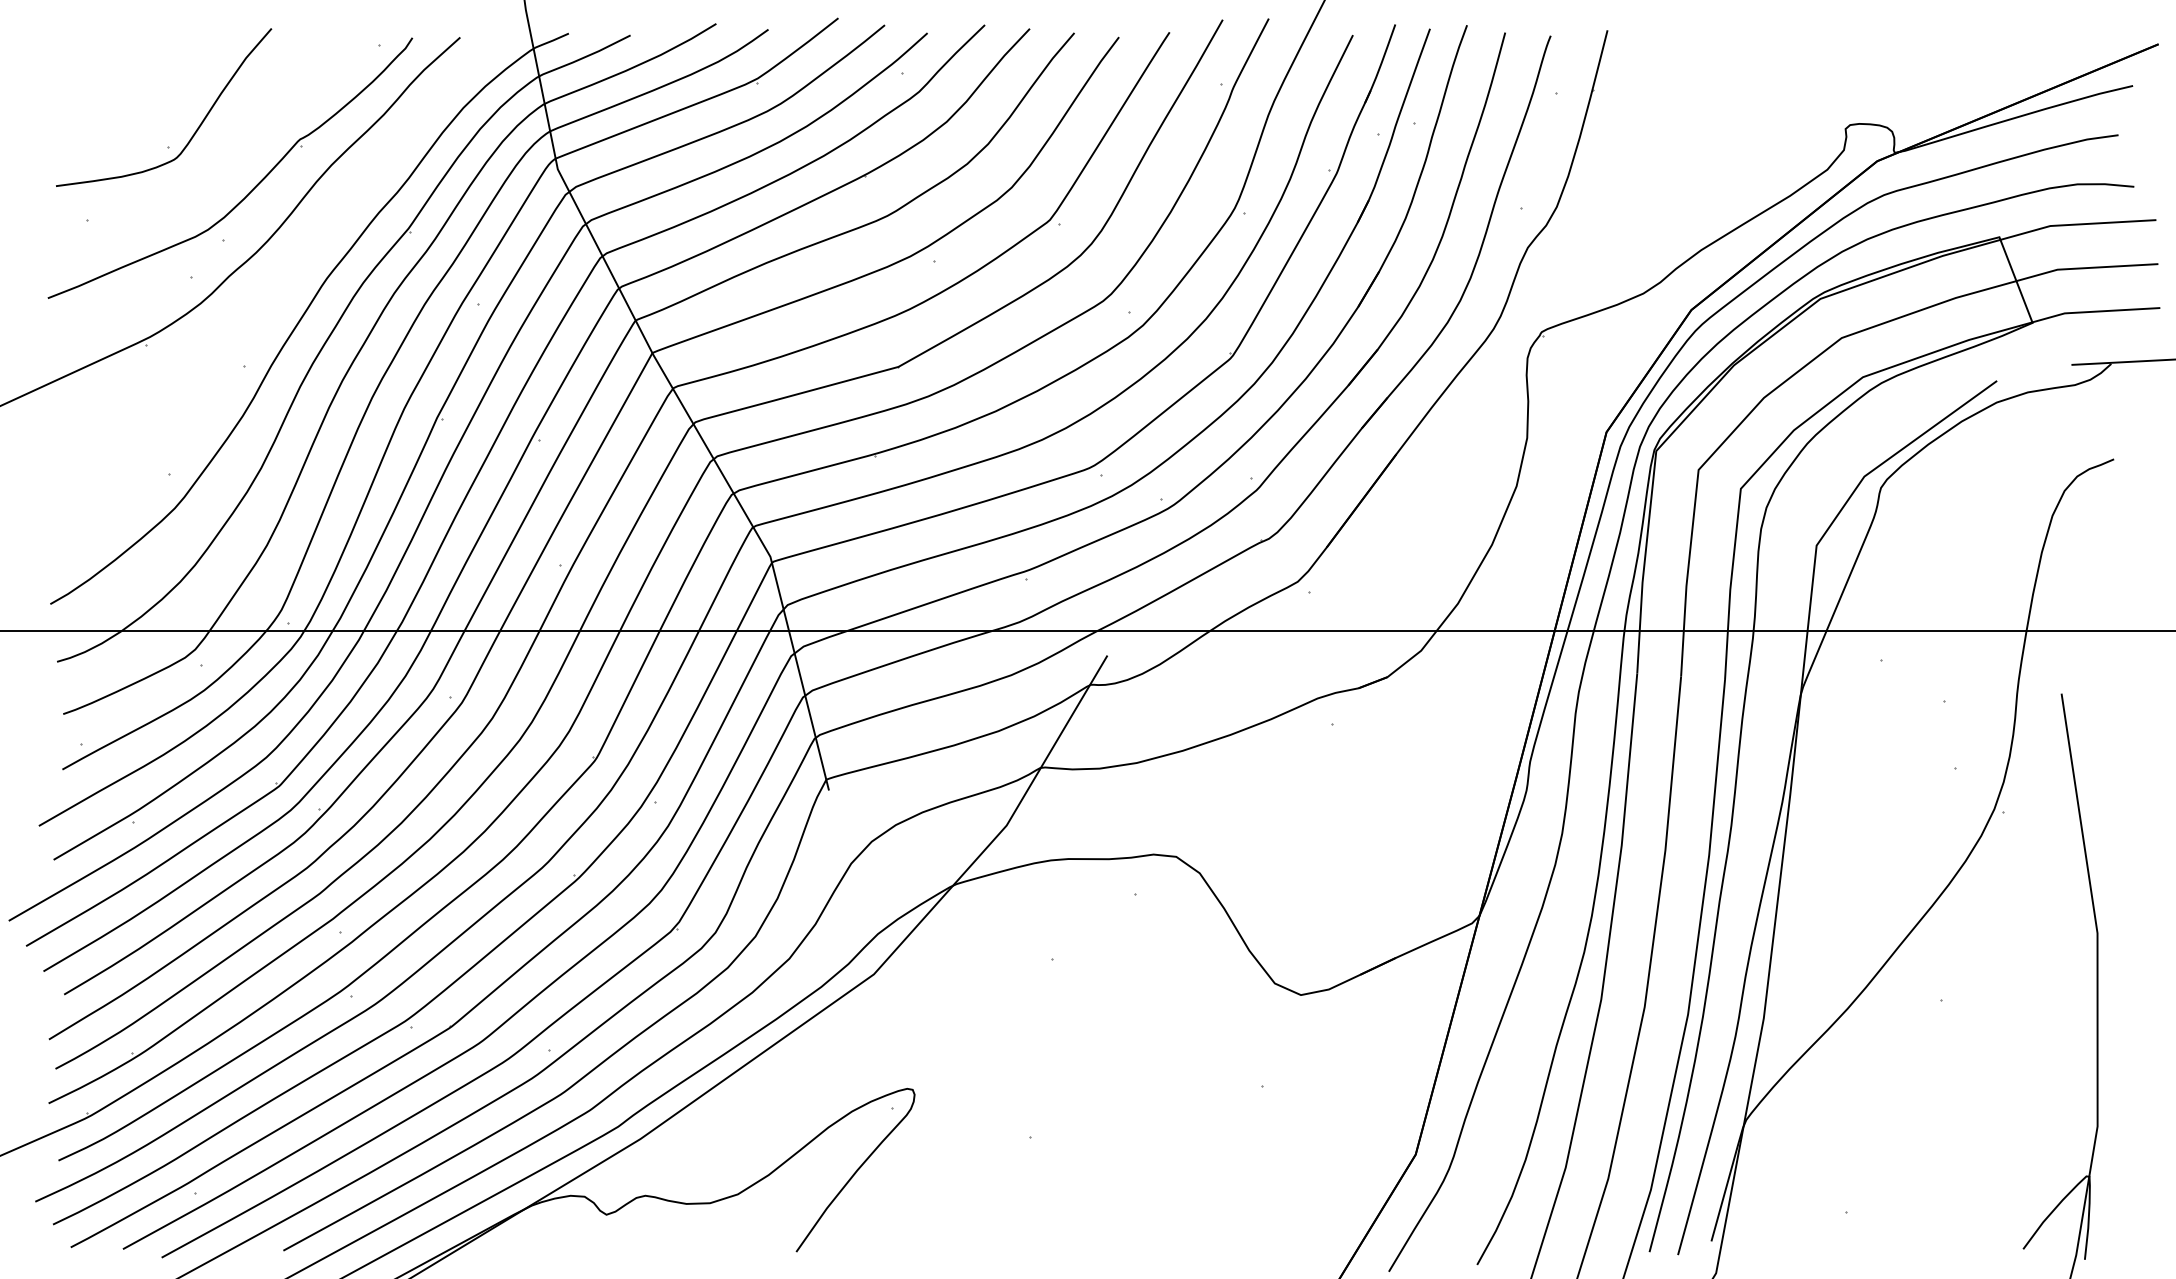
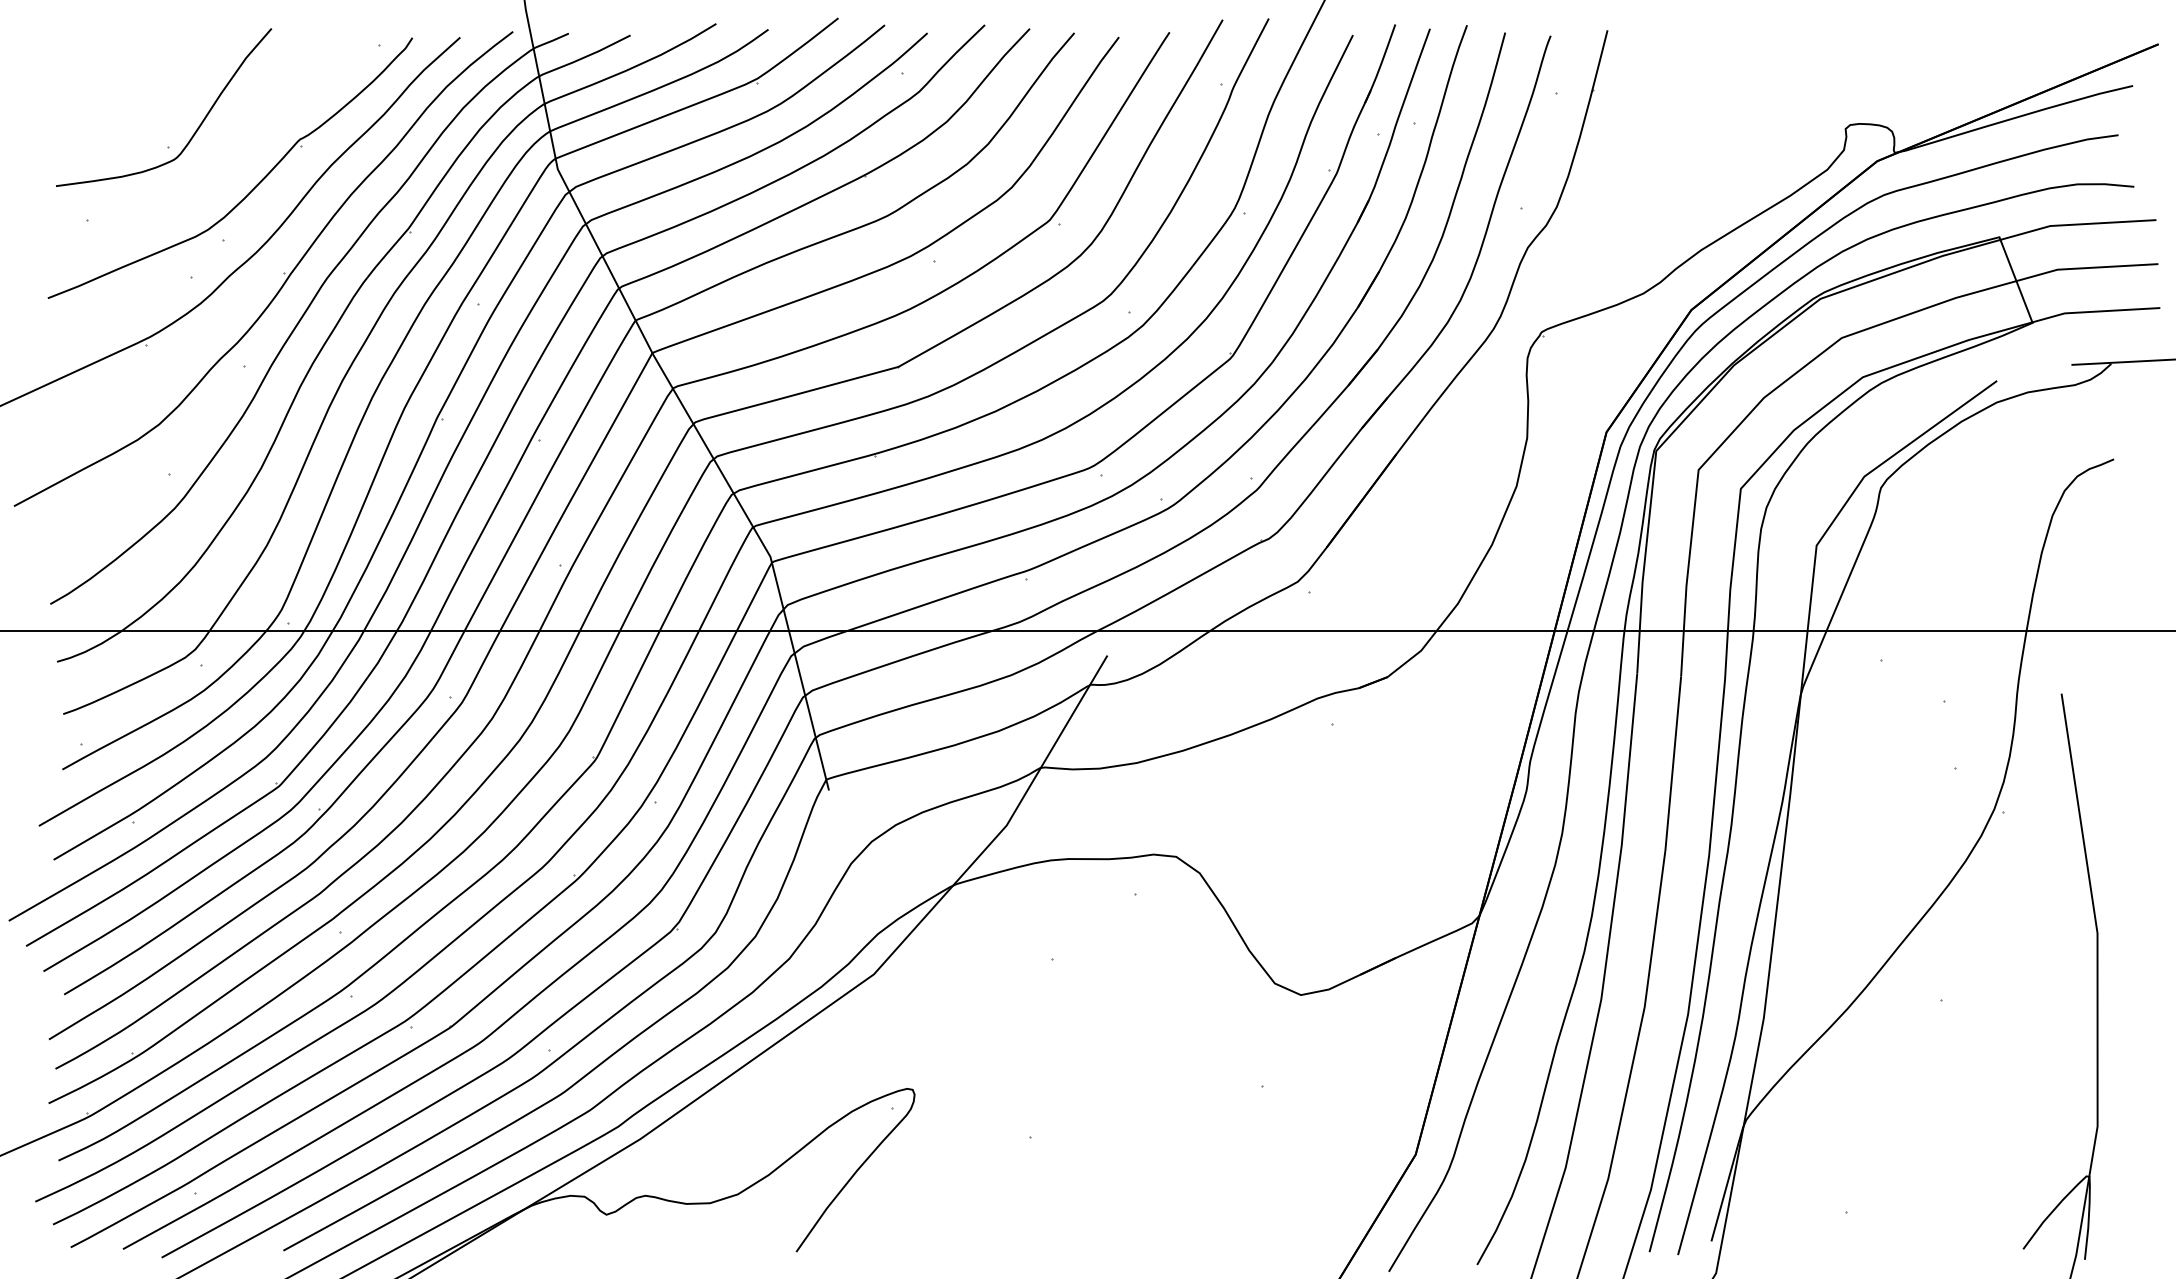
part at (283, 273): none -> present
